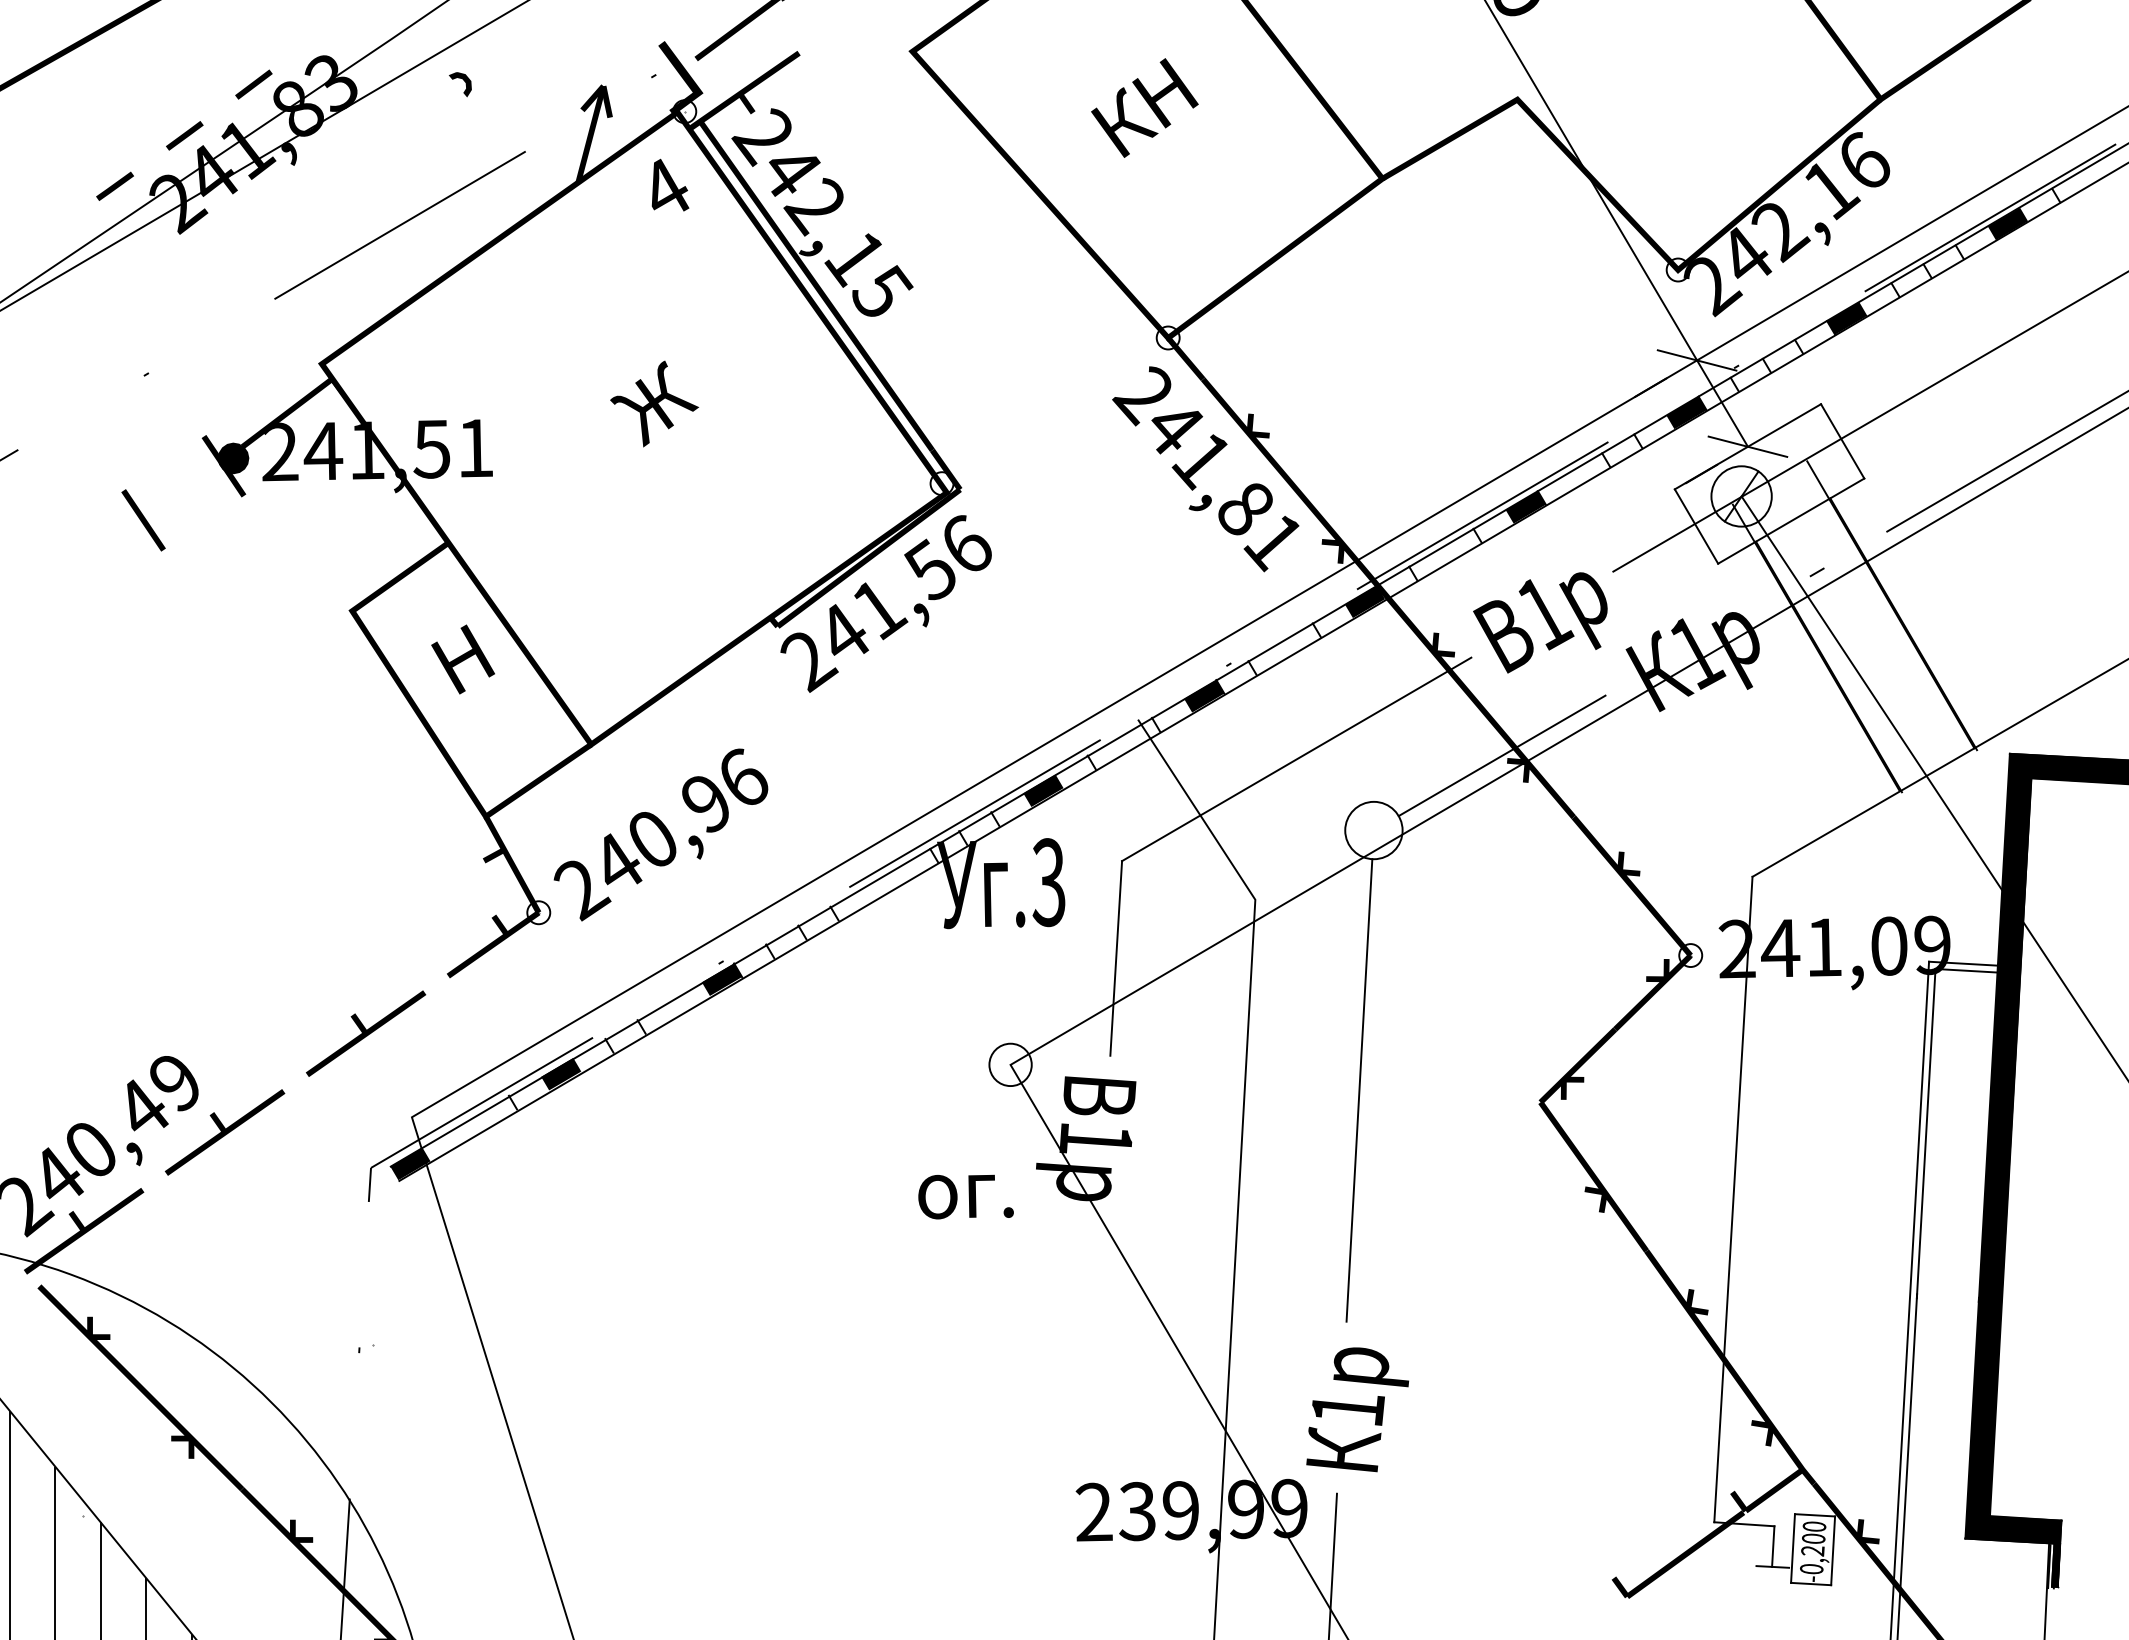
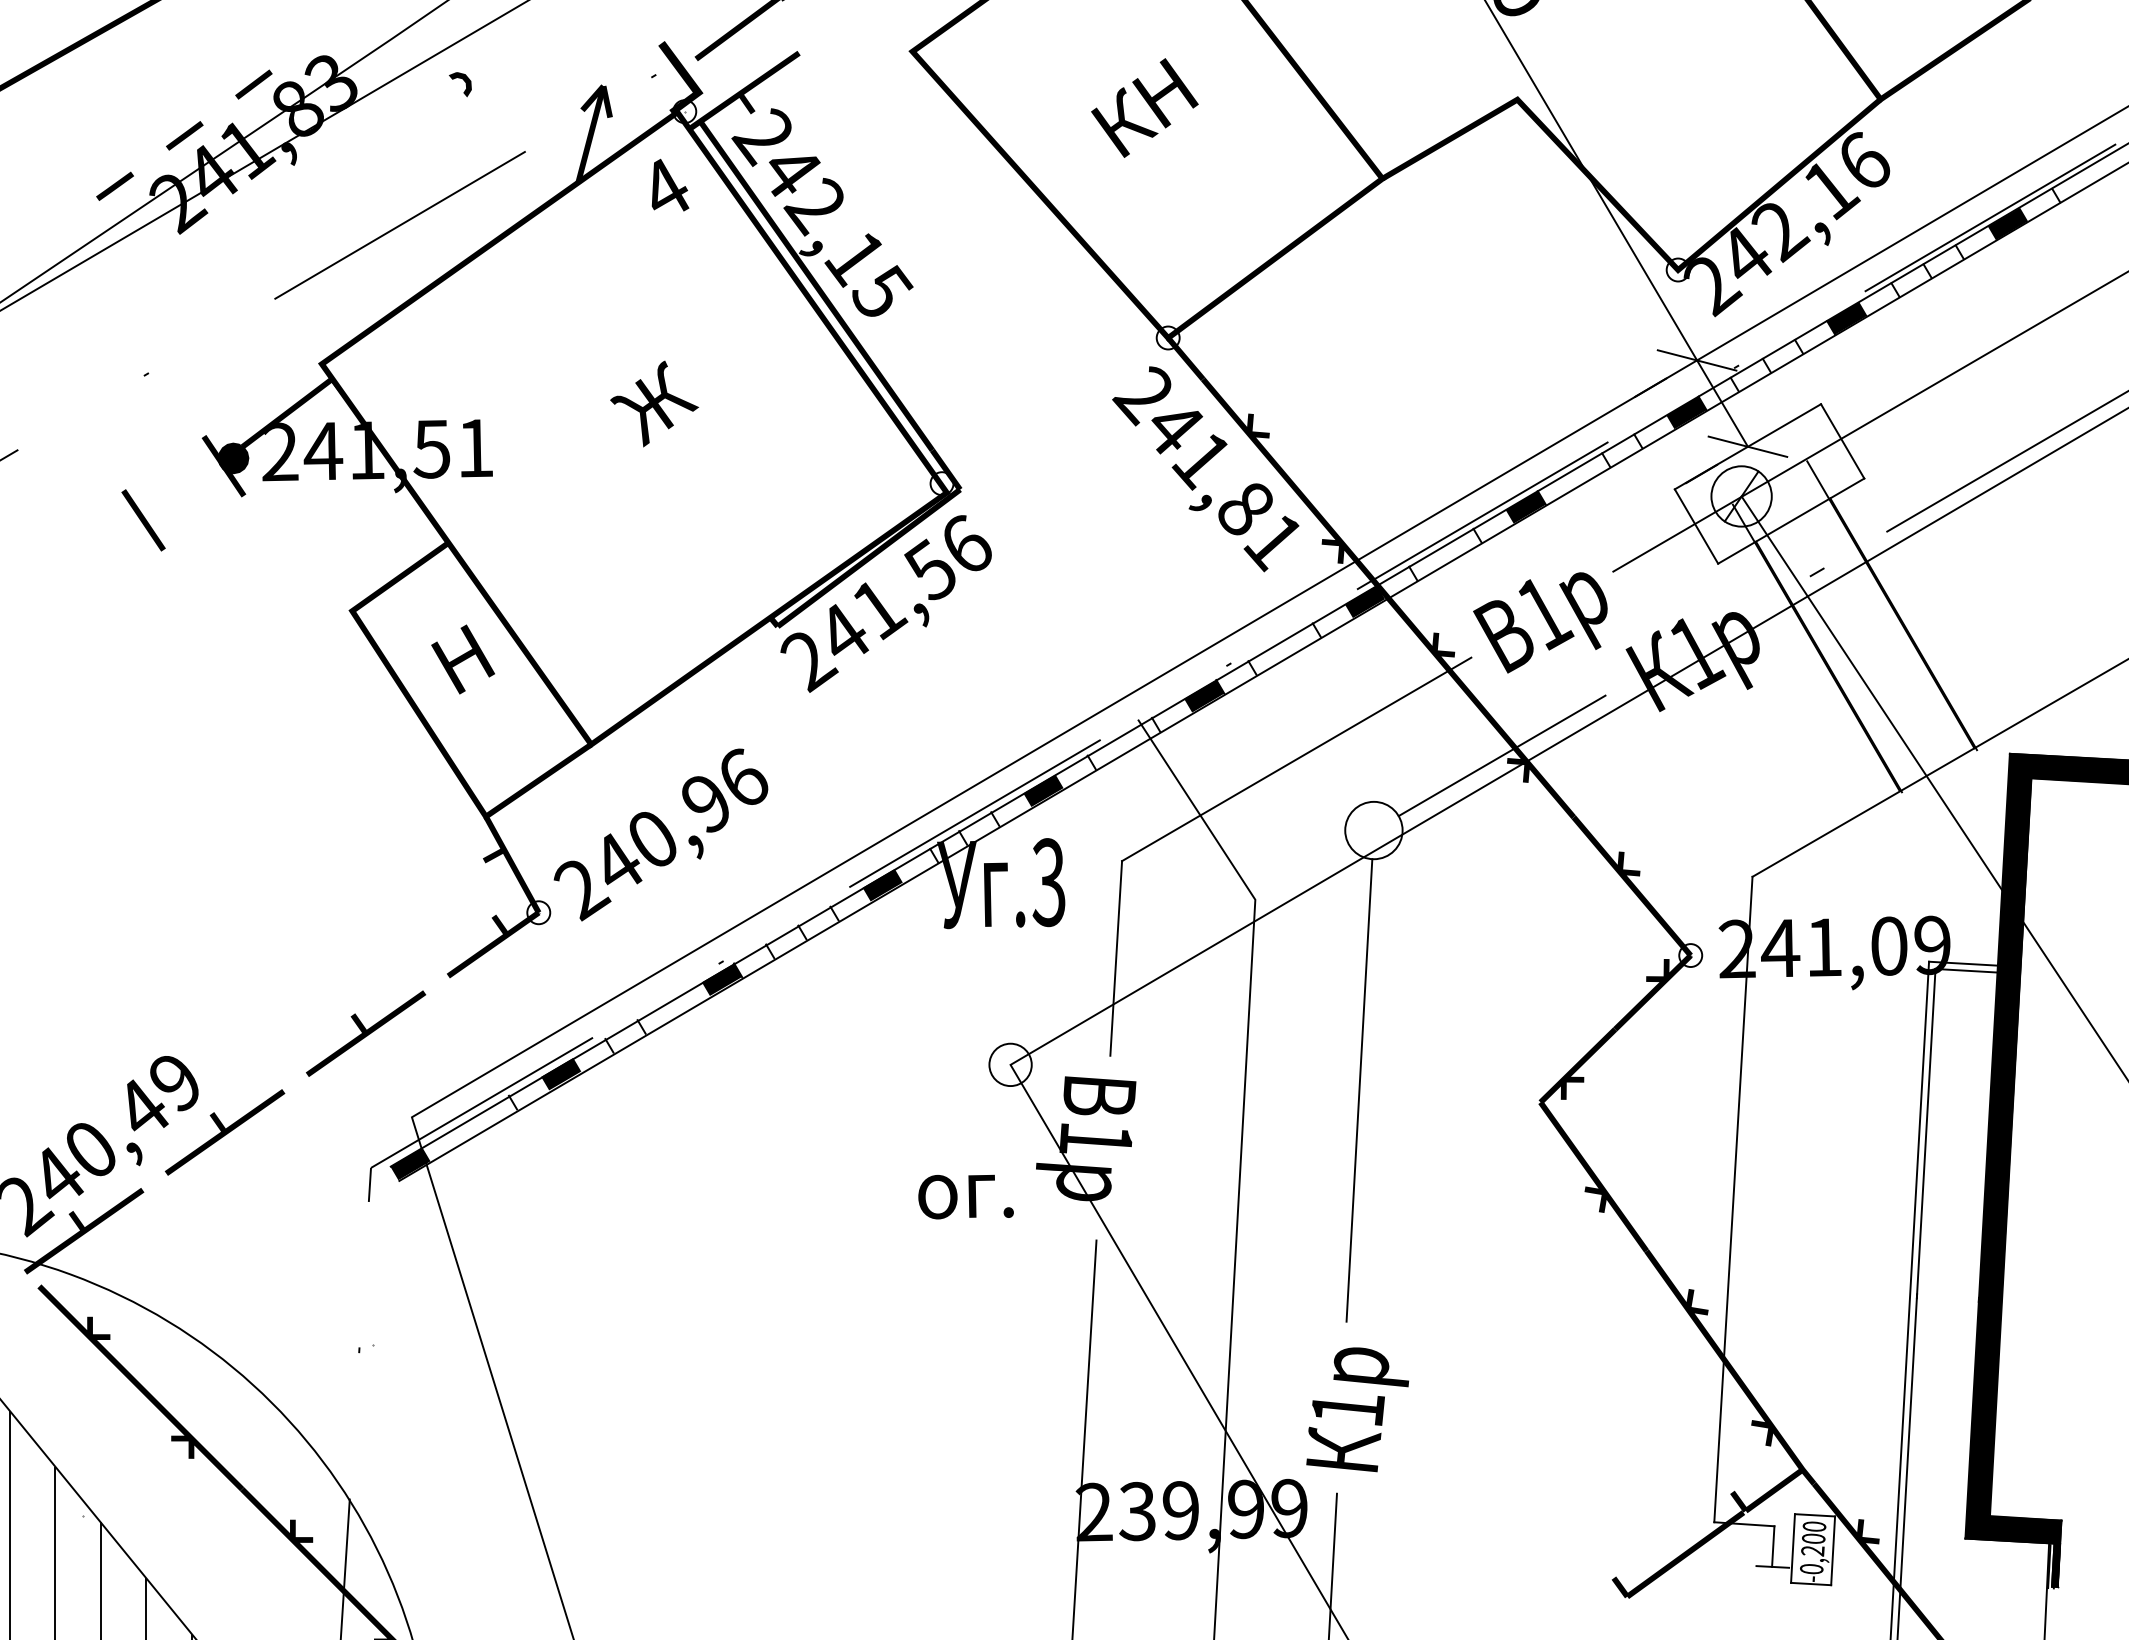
fill at (882, 884): none -> present
line at (1084, 1438): none -> present
